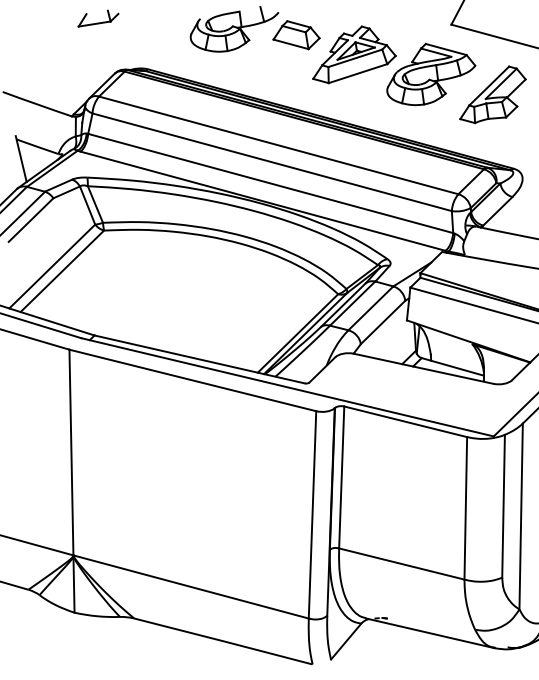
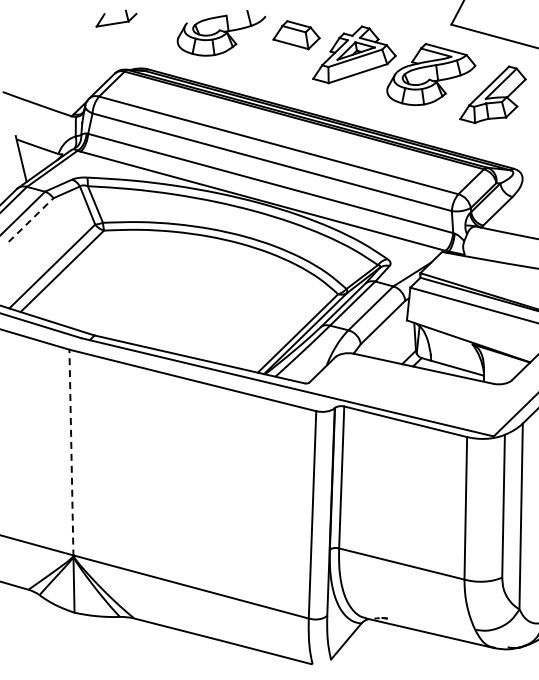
part at (98, 18) position: (98, 18) -> (116, 18)
part at (234, 29) position: (234, 29) -> (221, 33)
line at (31, 219): solid -> dashed
line at (71, 452): solid -> dashed
